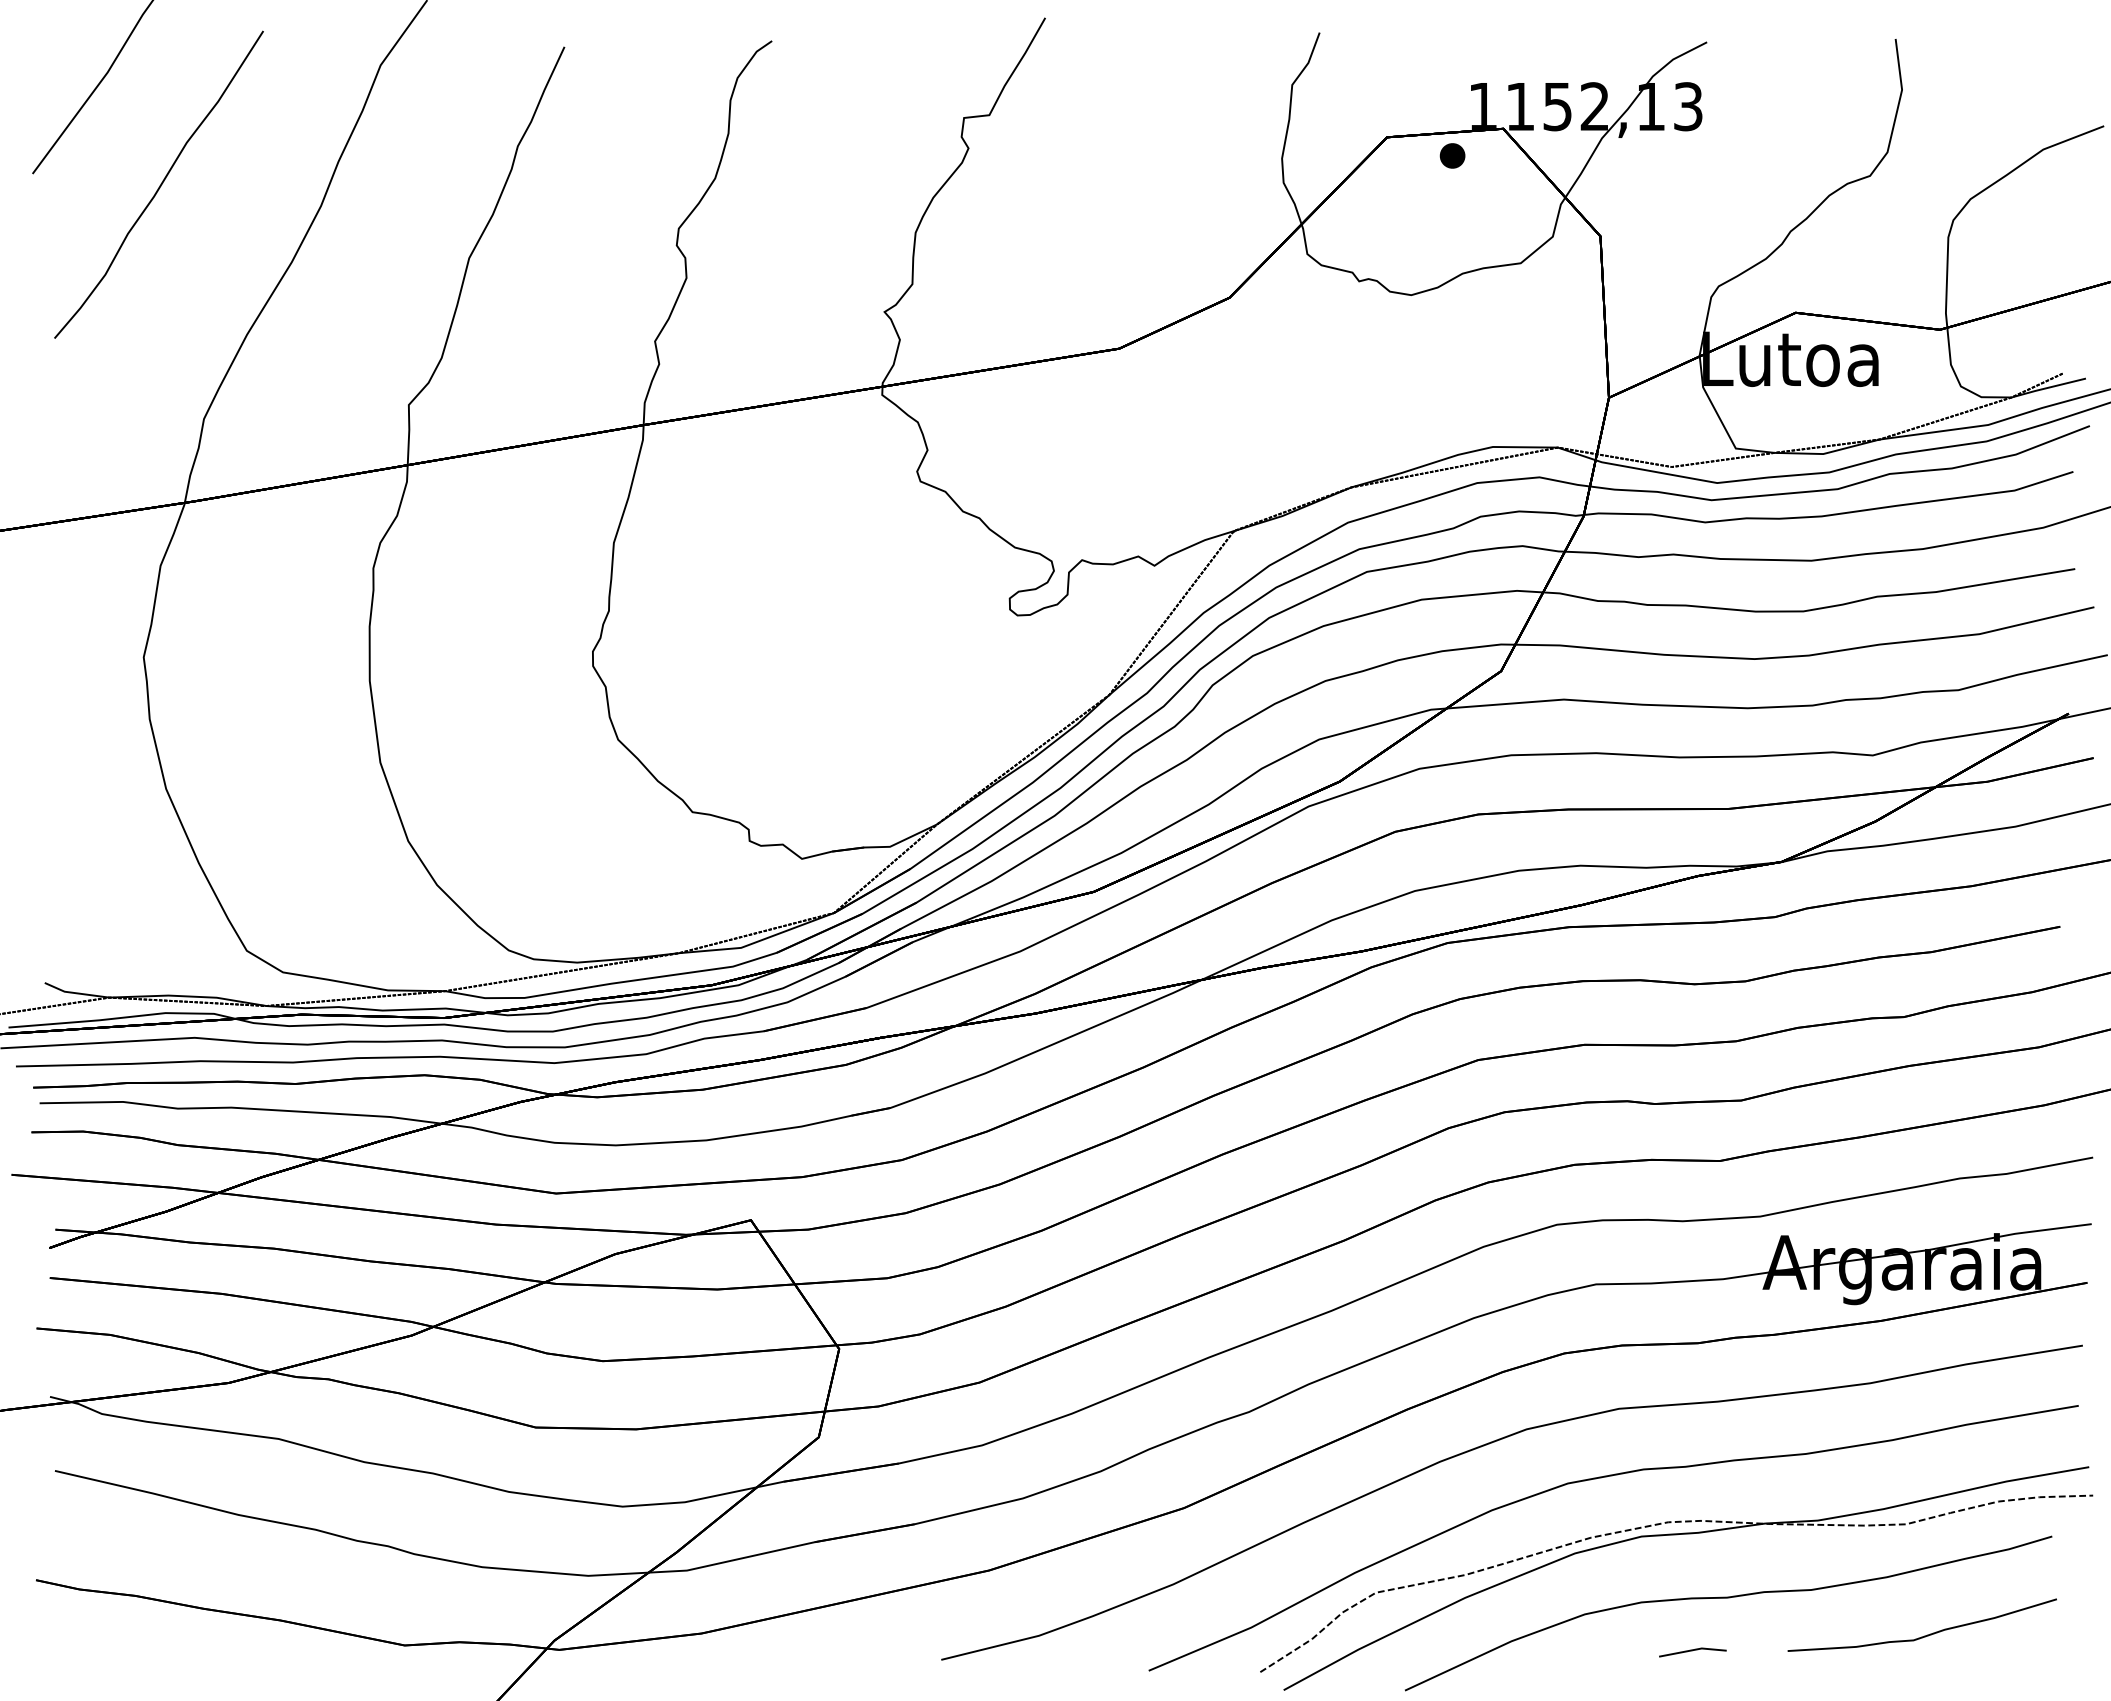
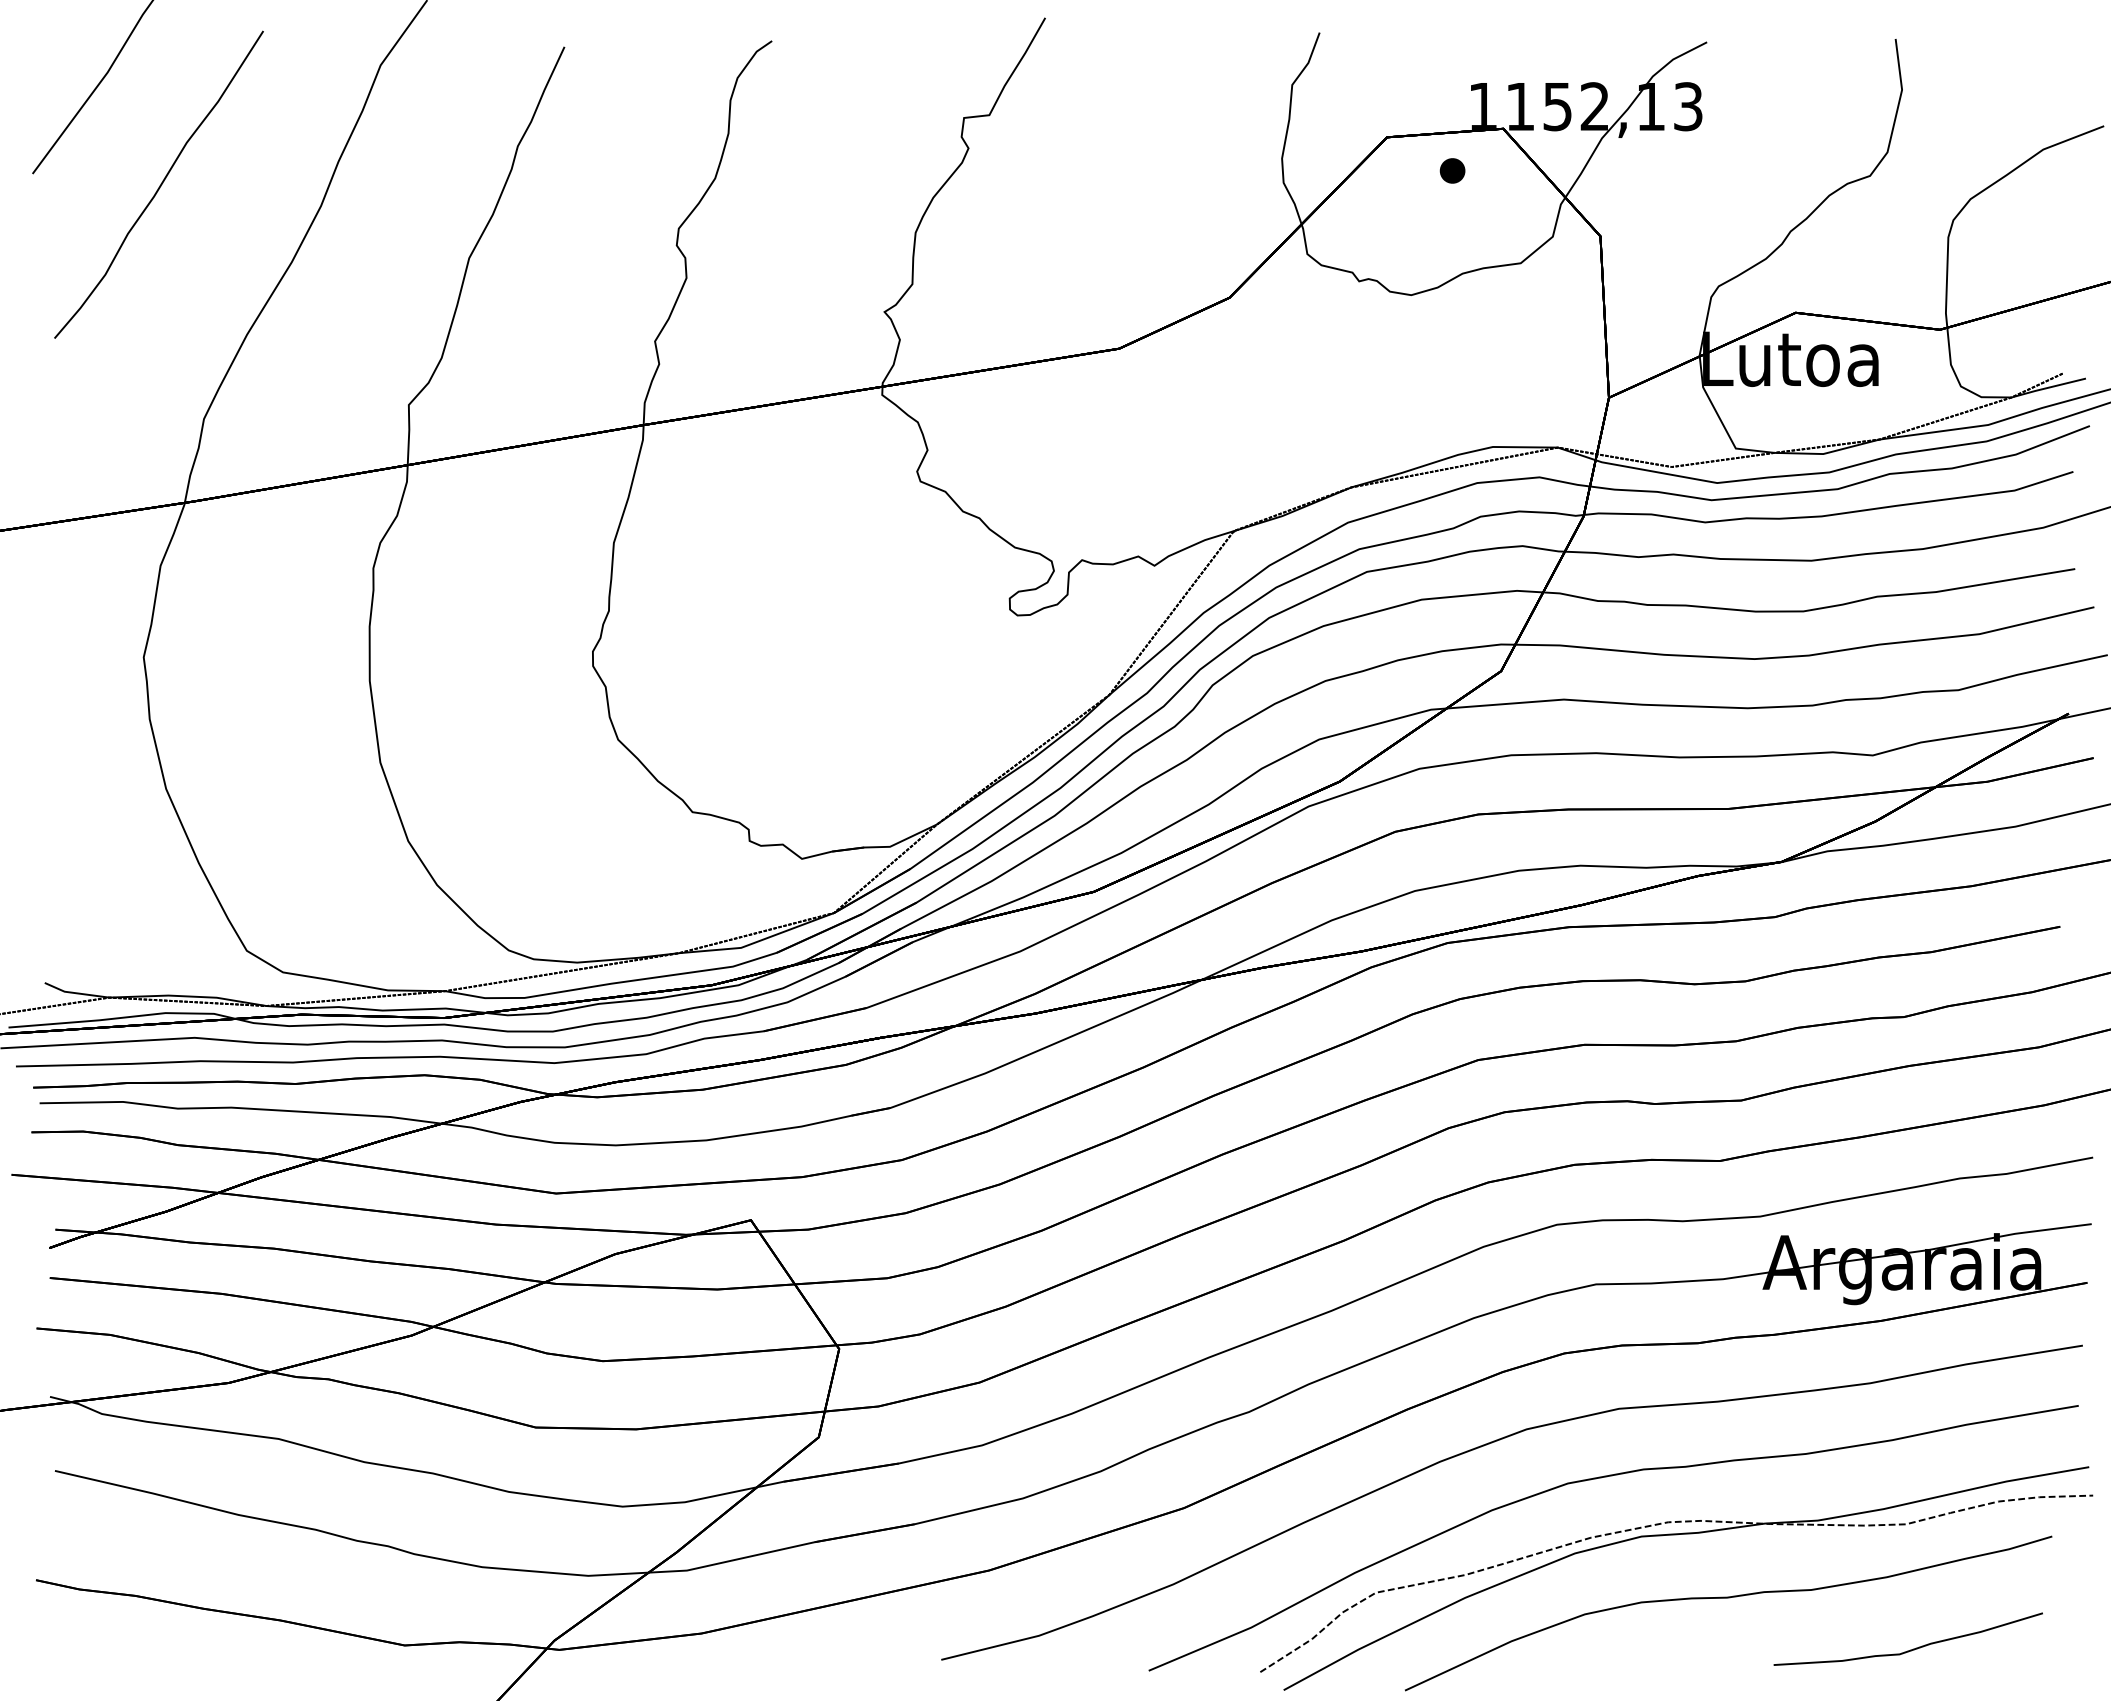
part at (1452, 155) position: (1452, 155) -> (1452, 170)
curve at (1924, 1635) position: (1924, 1635) -> (1910, 1649)
line at (1692, 1651): present -> none
